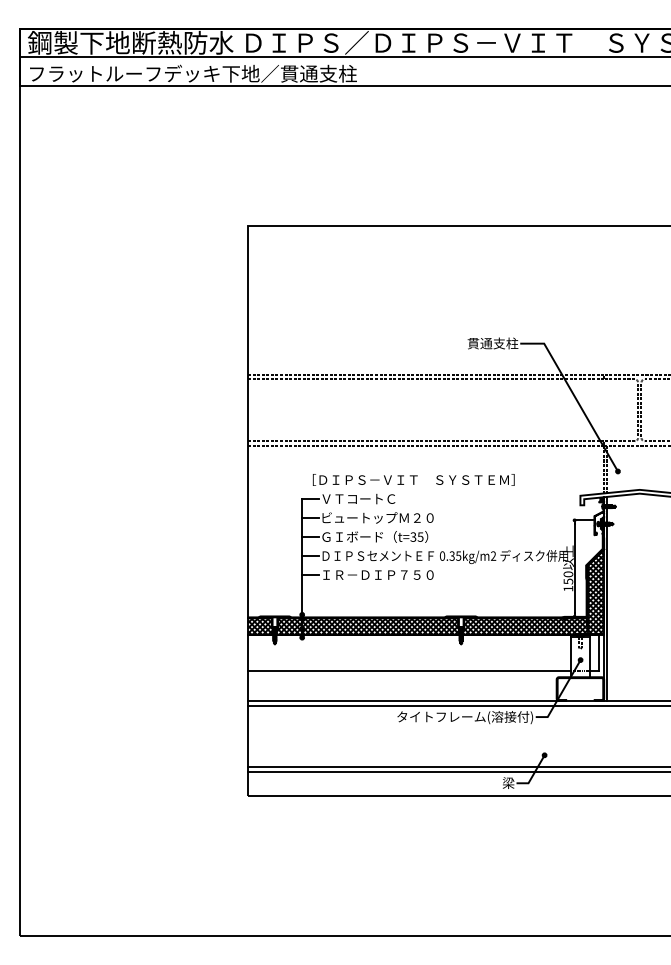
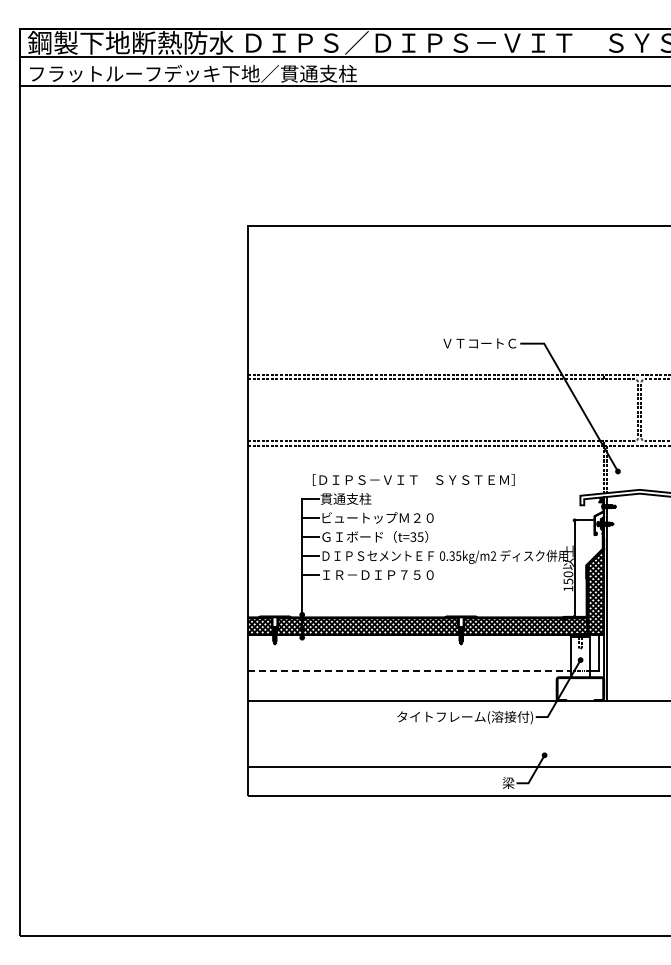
text at (480, 343): 貫通支柱 -> ＶＴコートＣ
text at (357, 498): ＶＴコートＣ -> 貫通支柱
line at (409, 670): solid -> dashed
line at (457, 705): present -> none
line at (457, 772): present -> none
